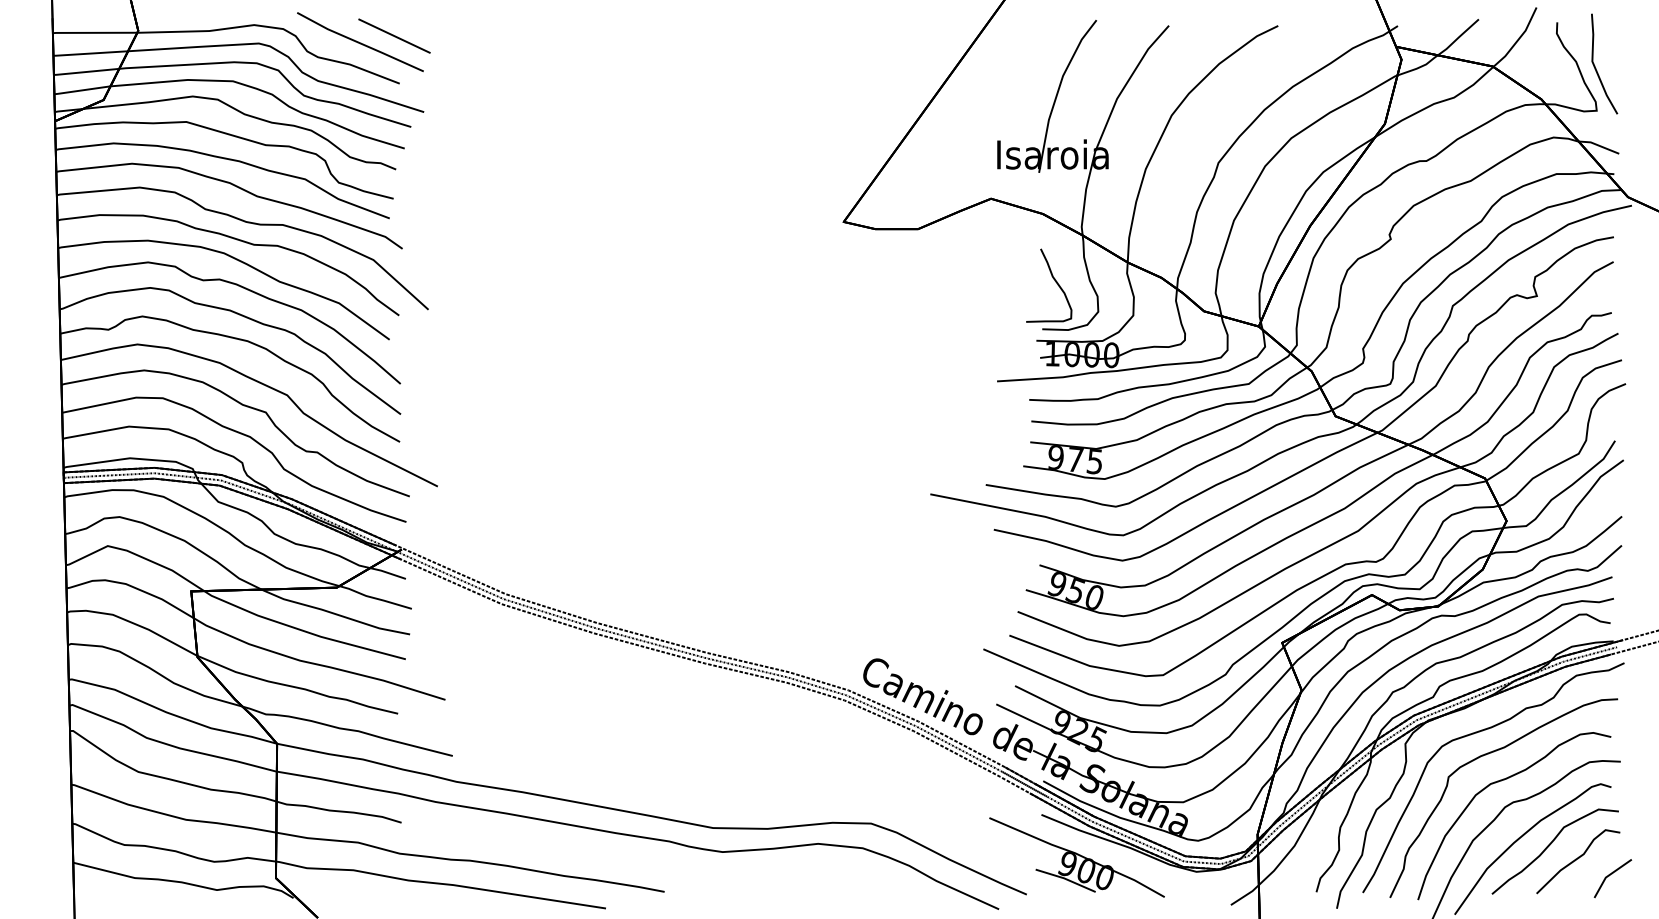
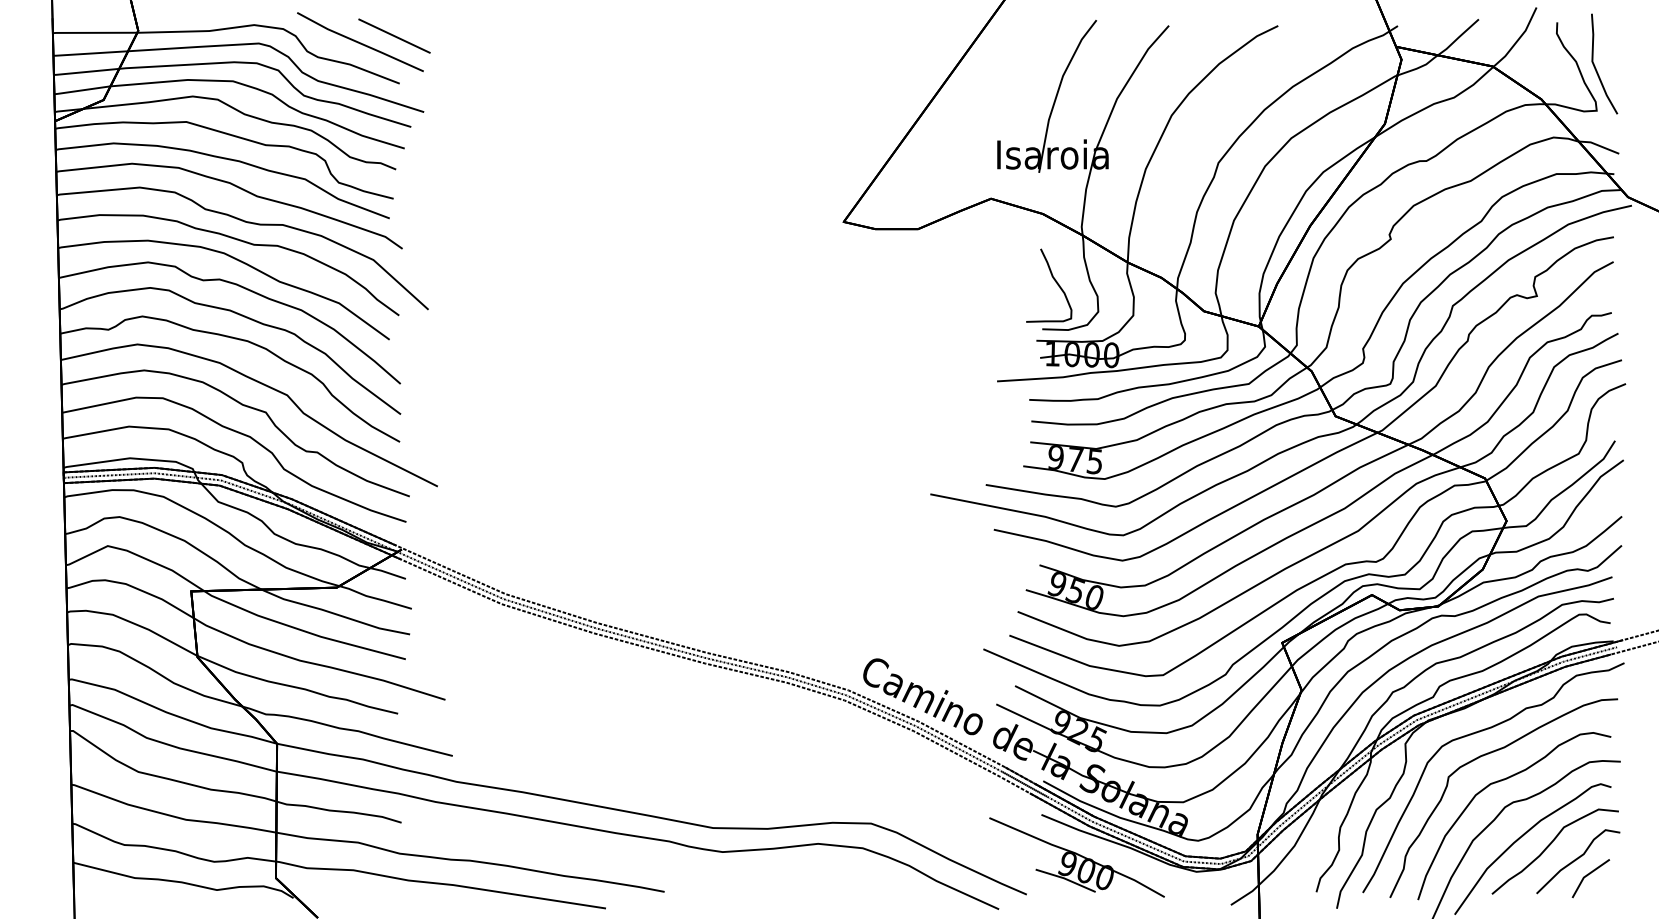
line at (1610, 875) position: (1610, 875) -> (1588, 875)
